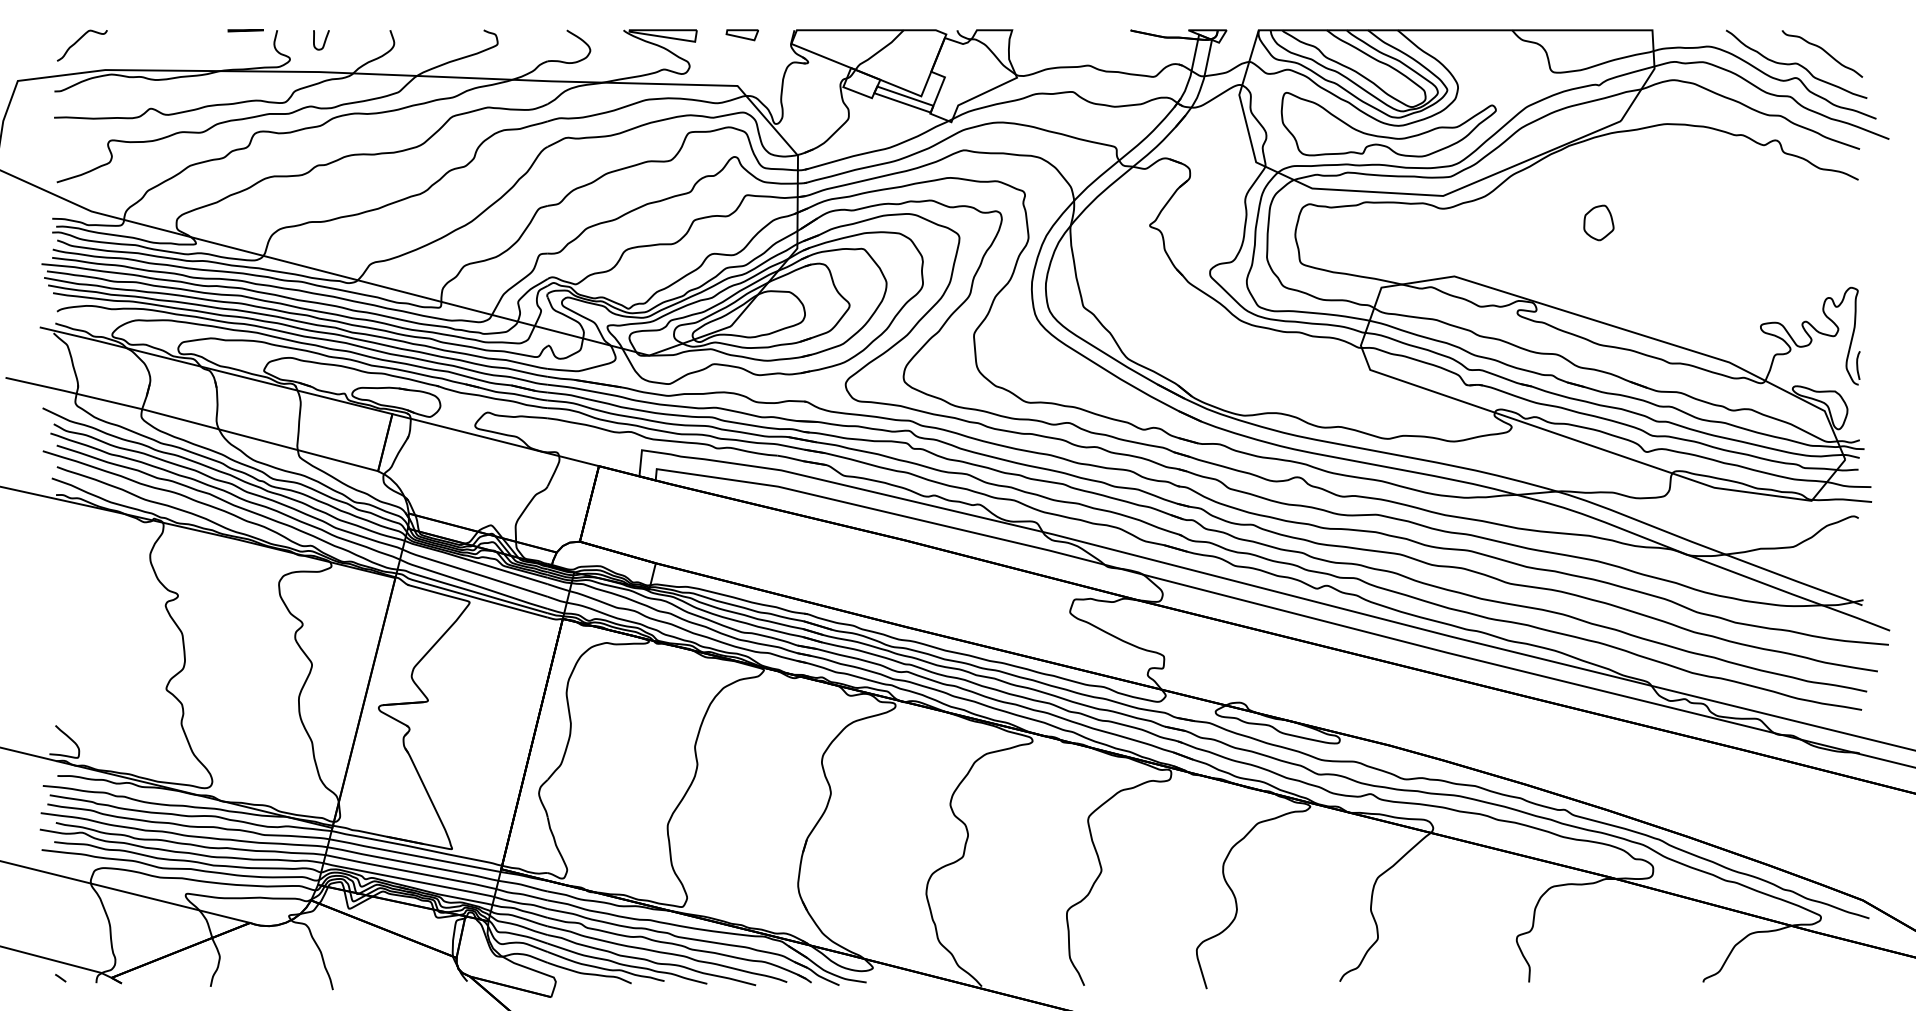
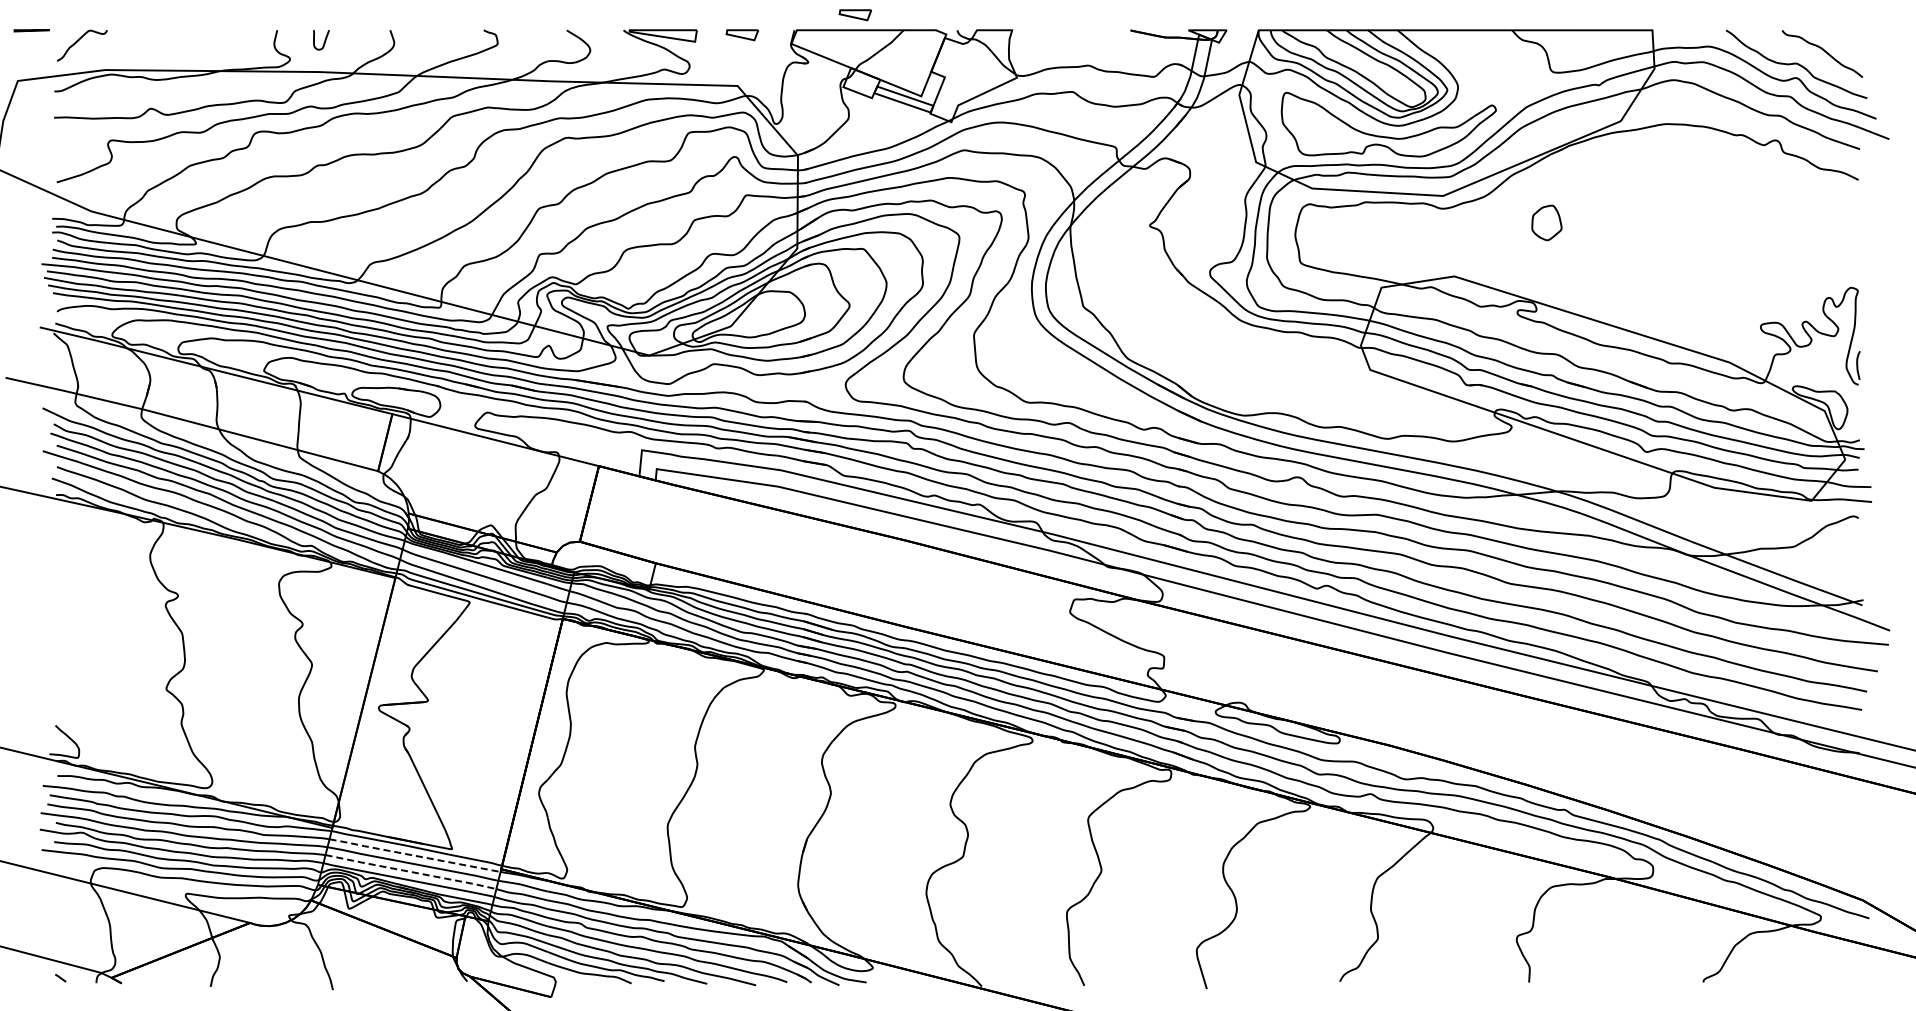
part at (854, 15): none -> present
line at (245, 30) position: (245, 30) -> (31, 30)
part at (1598, 222) position: (1598, 222) -> (1546, 222)
line at (414, 855): solid -> dashed
line at (410, 871): solid -> dashed
